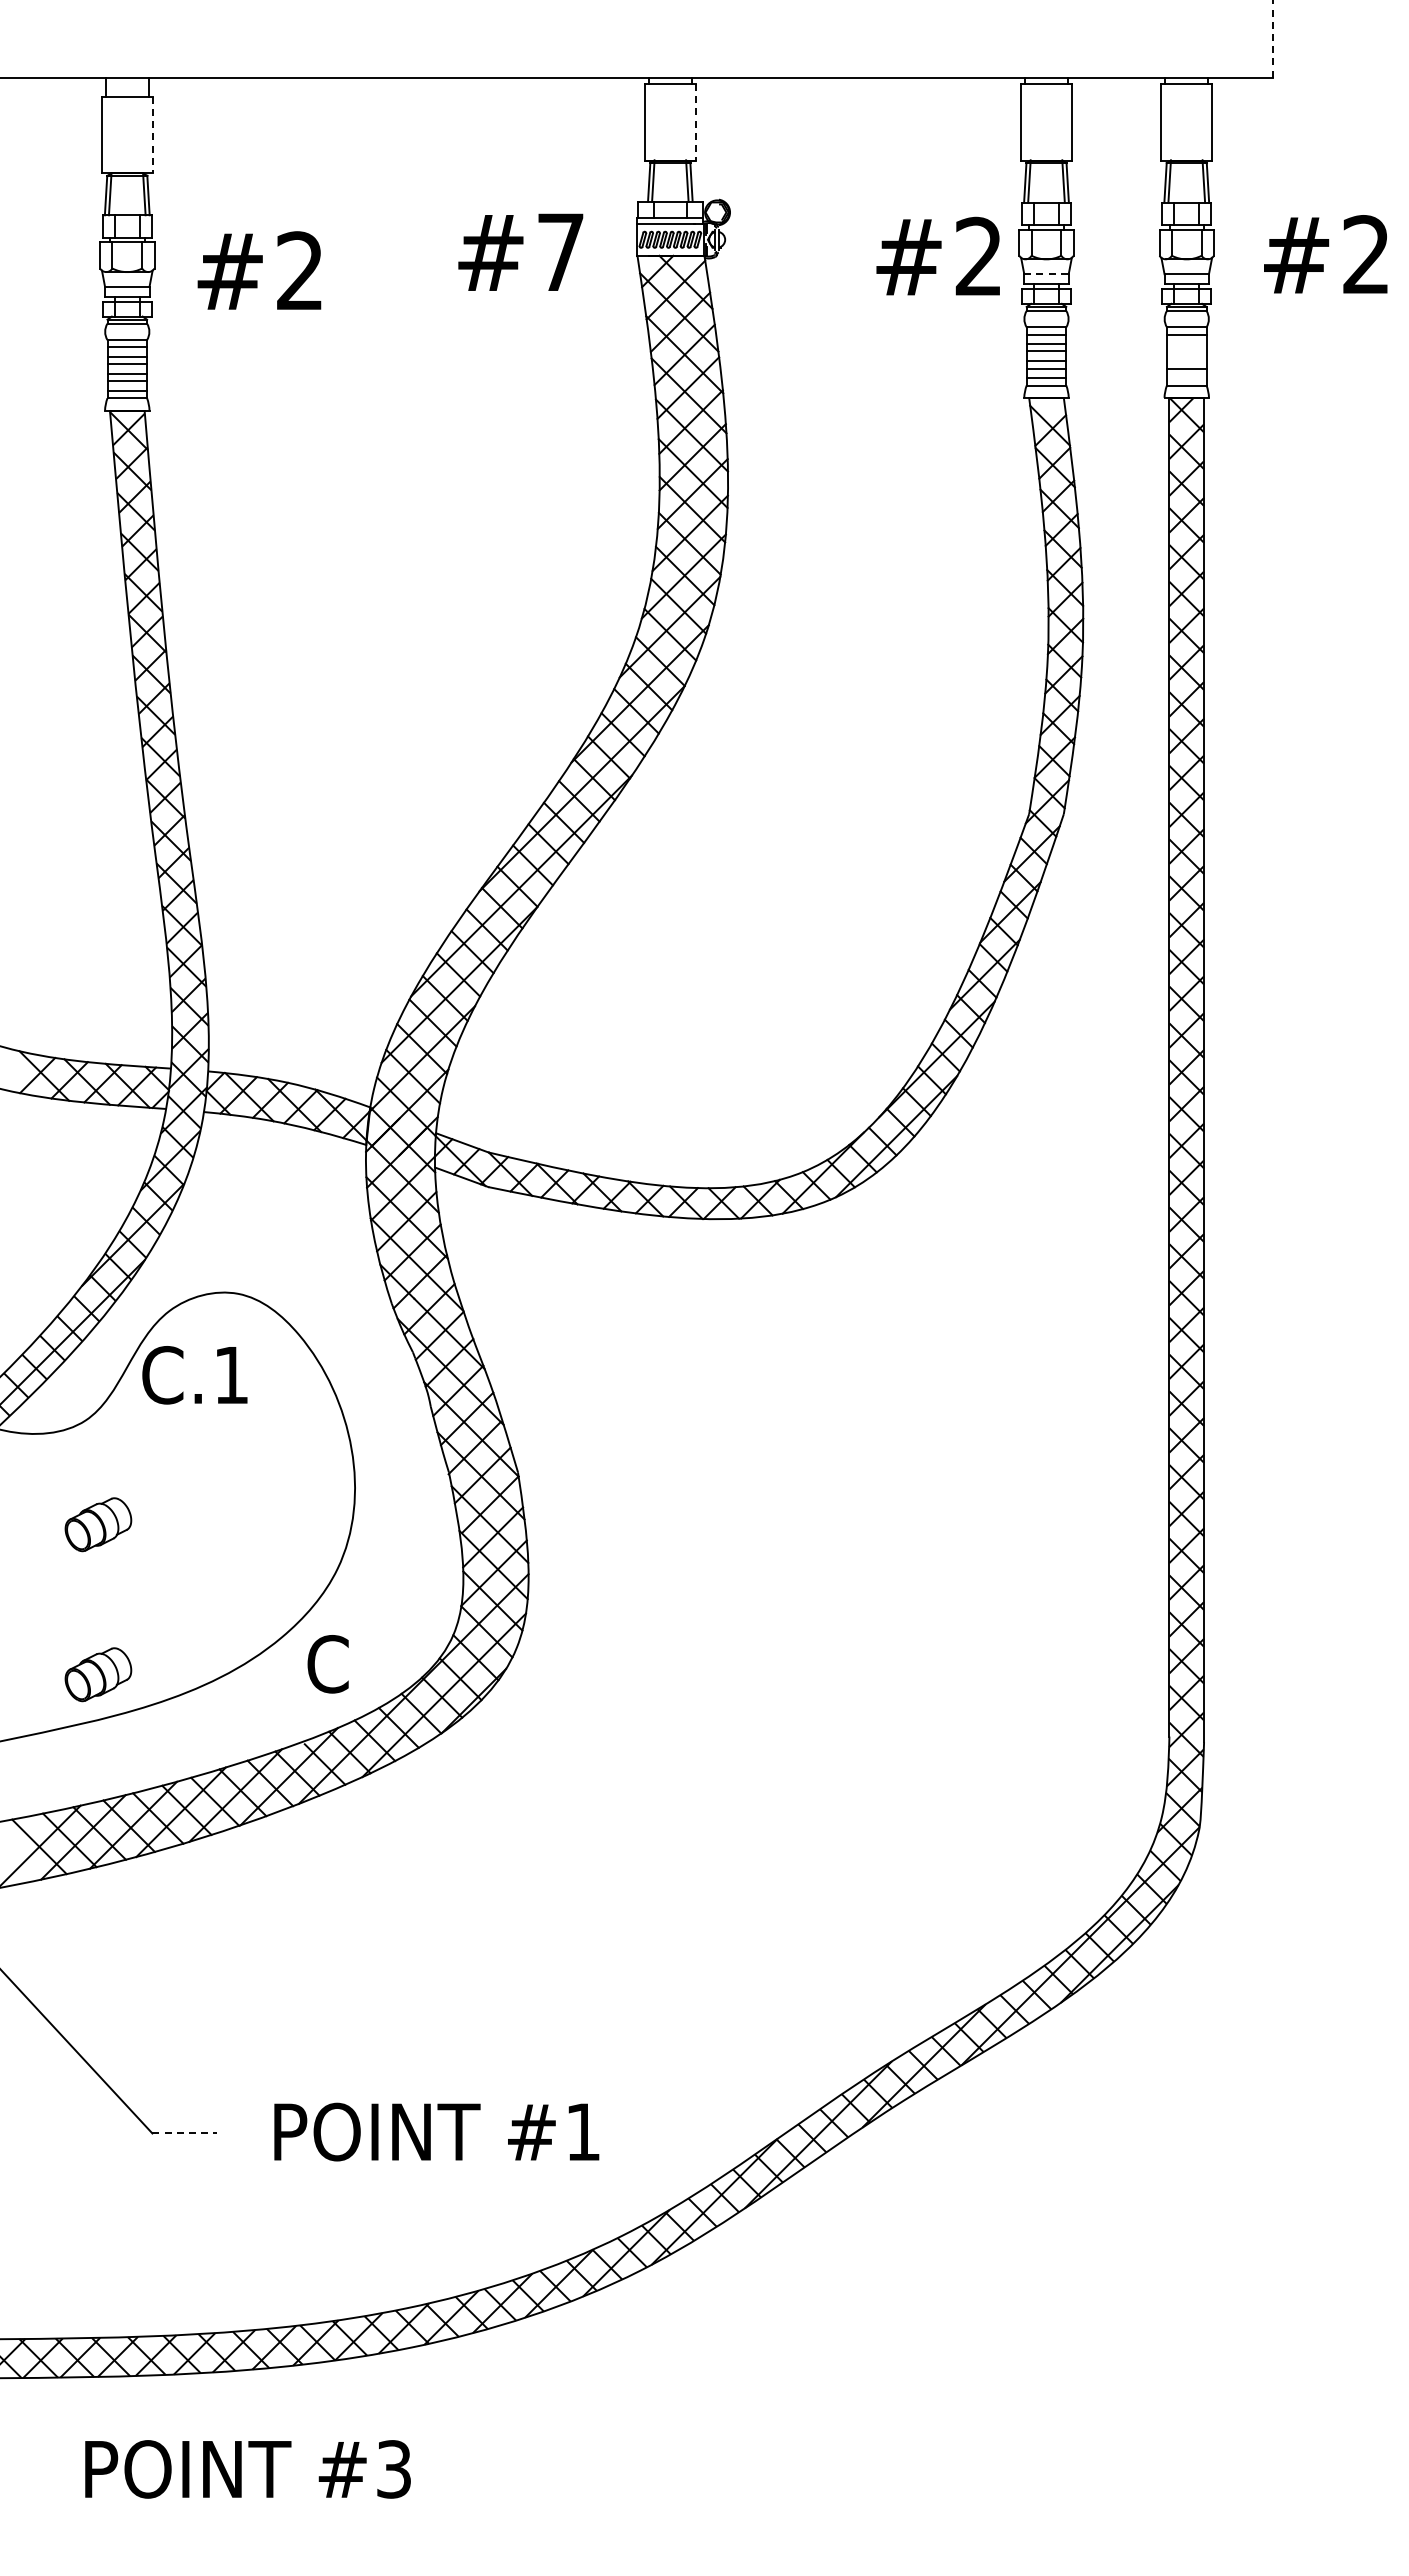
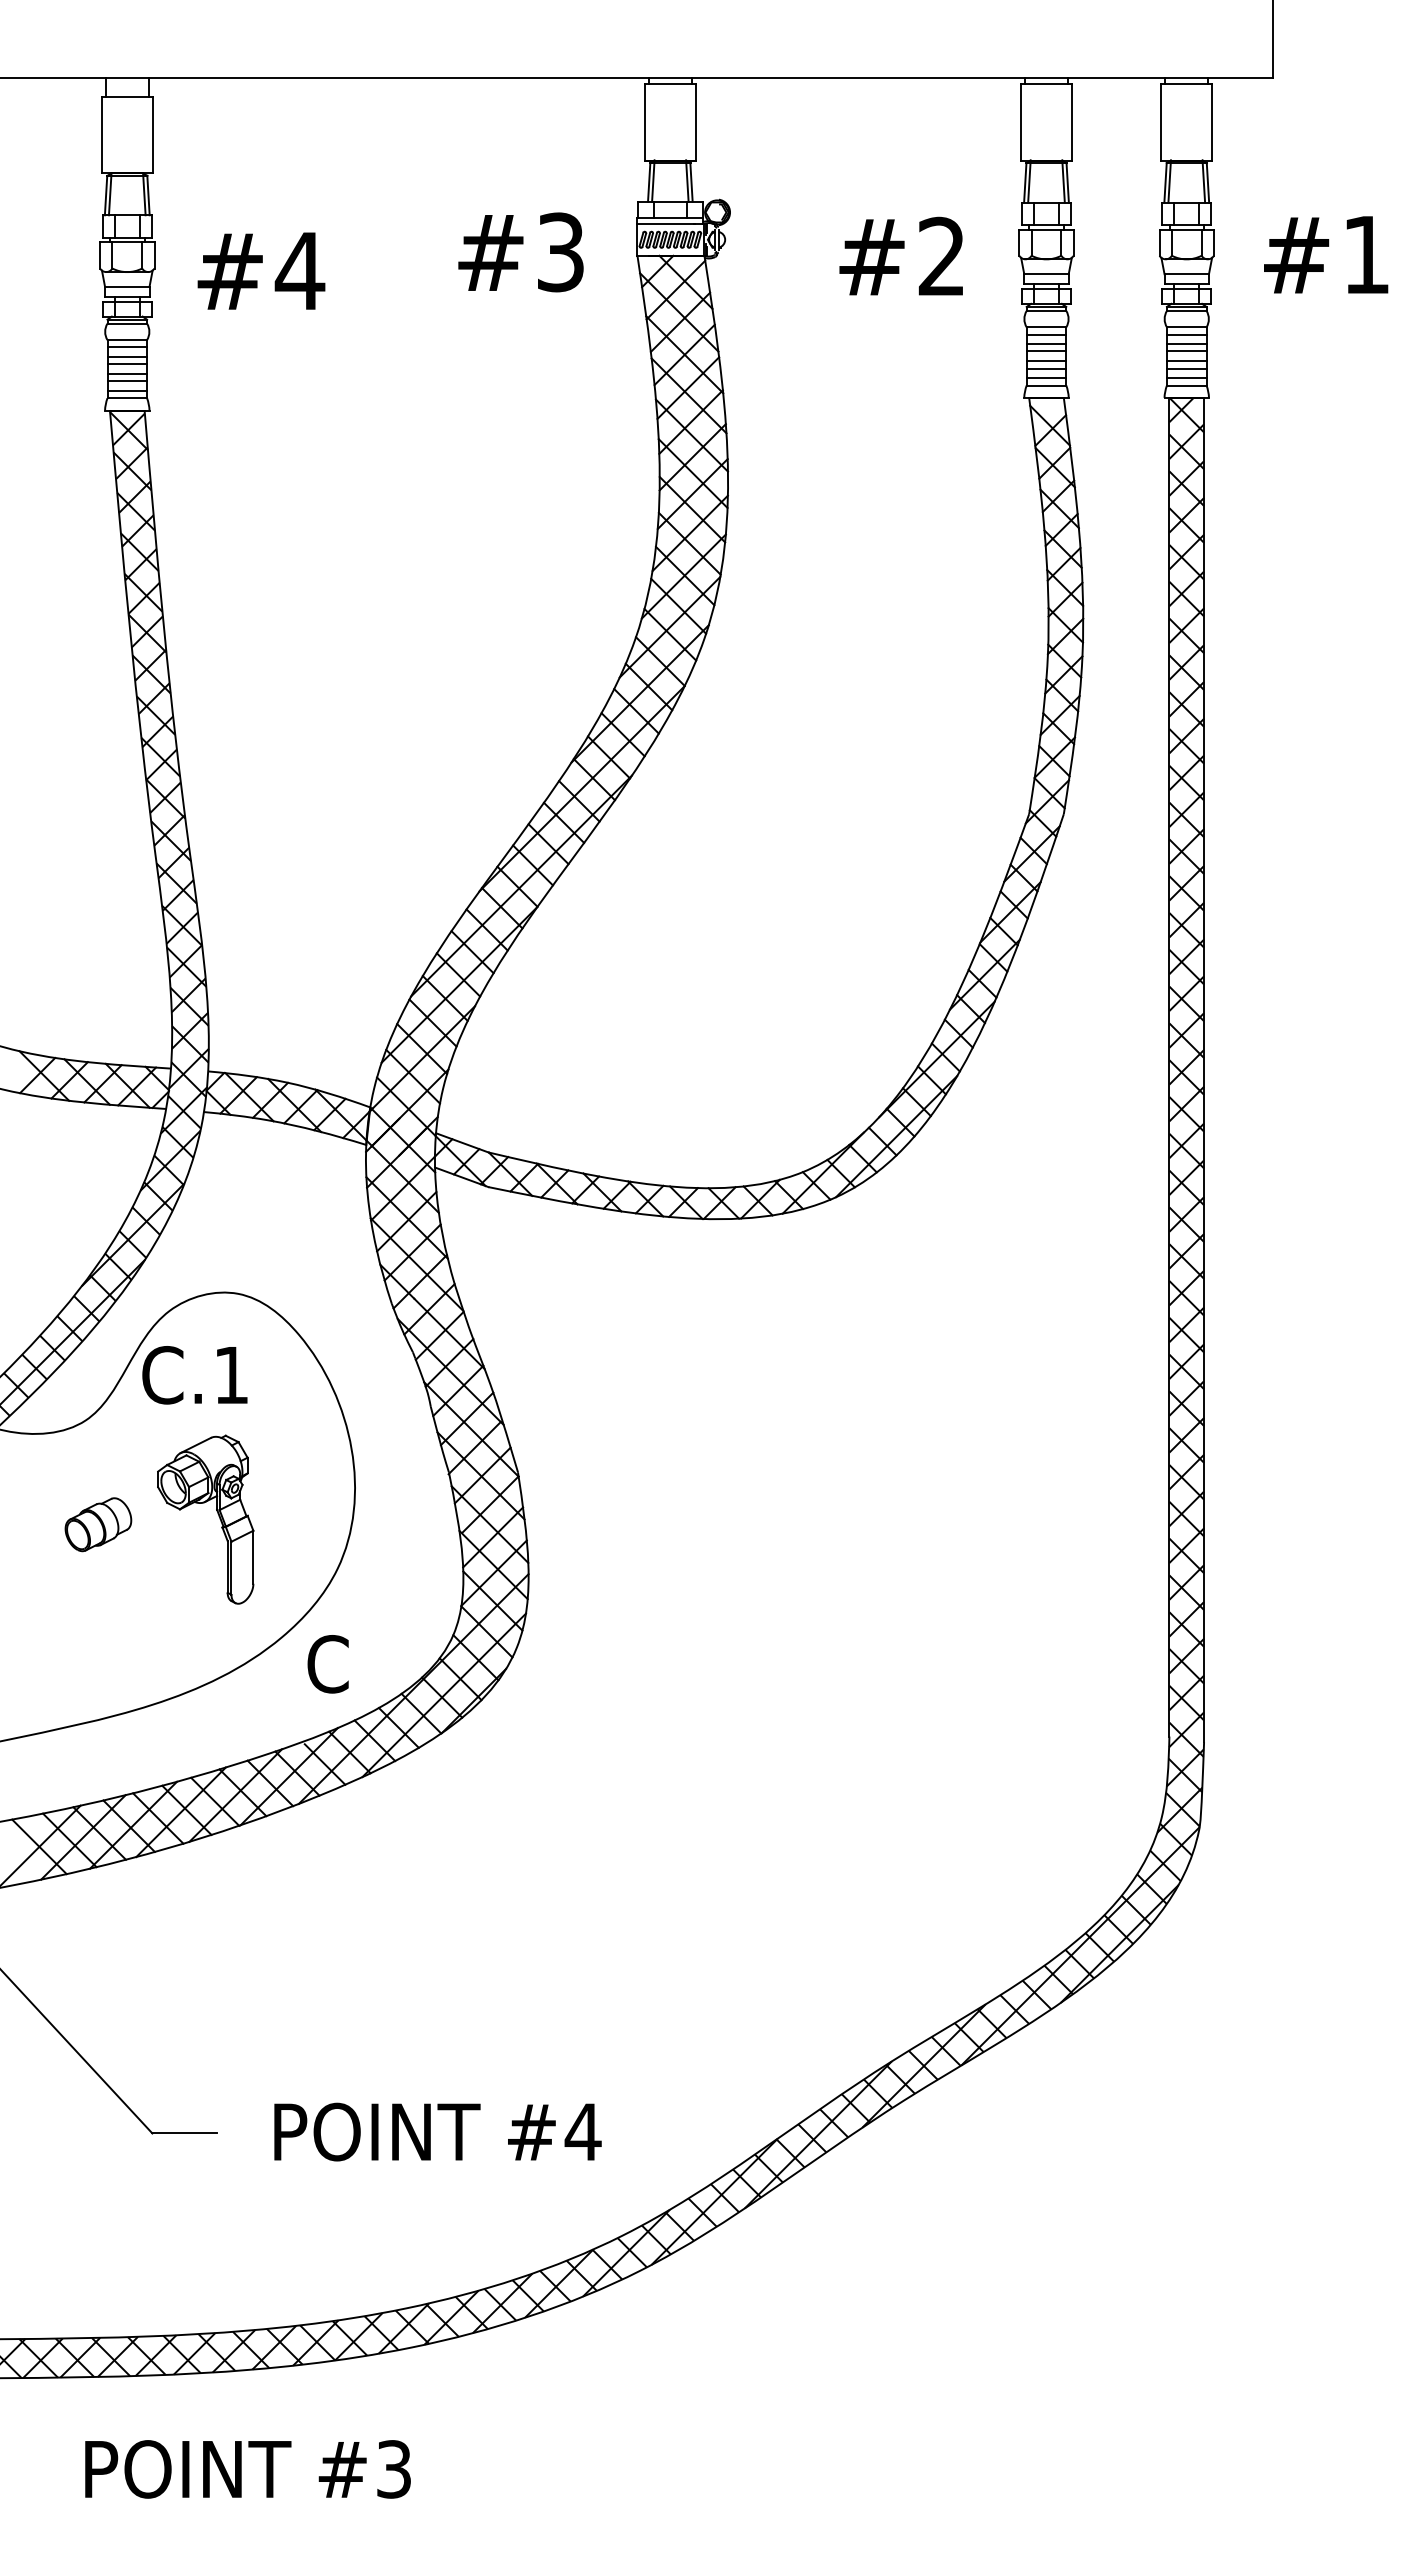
line at (1273, 38): dashed -> solid
line at (695, 122): dashed -> solid
line at (152, 135): dashed -> solid
text at (560, 252): #7 -> #3
text at (1365, 254): #2 -> #1
text at (937, 255) position: (937, 255) -> (900, 255)
text at (299, 270): #2 -> #4
line at (1046, 274): dashed -> solid
line at (1186, 344): none -> present
line at (1186, 351): none -> present
line at (1186, 361): none -> present
line at (1186, 378): none -> present
part at (217, 1514): none -> present
part at (98, 1674): present -> none
text at (582, 2131): #1 -> #4
line at (185, 2133): dashed -> solid
